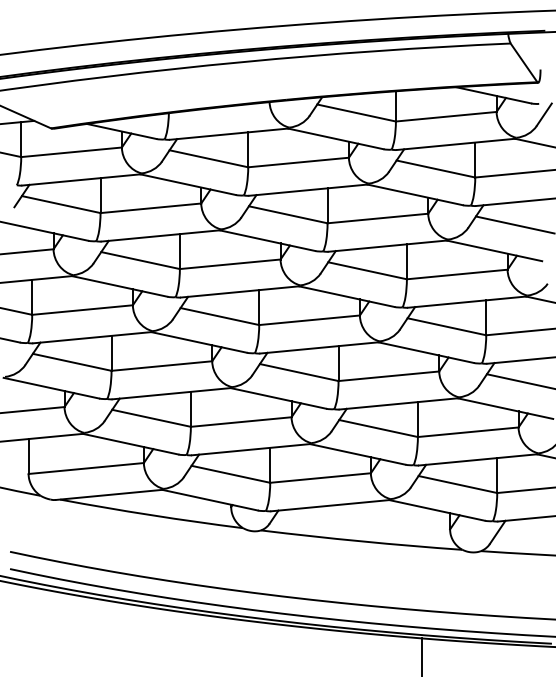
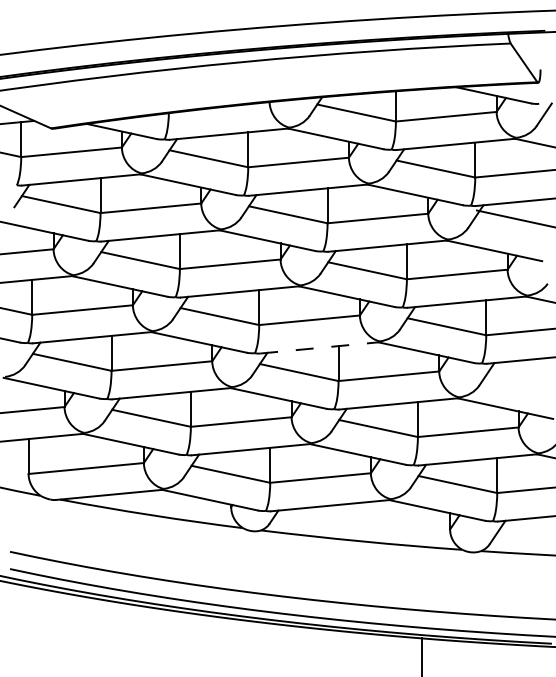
line at (513, 224) position: (513, 224) -> (514, 218)
line at (319, 347): solid -> dashed
line at (519, 381): present -> none
